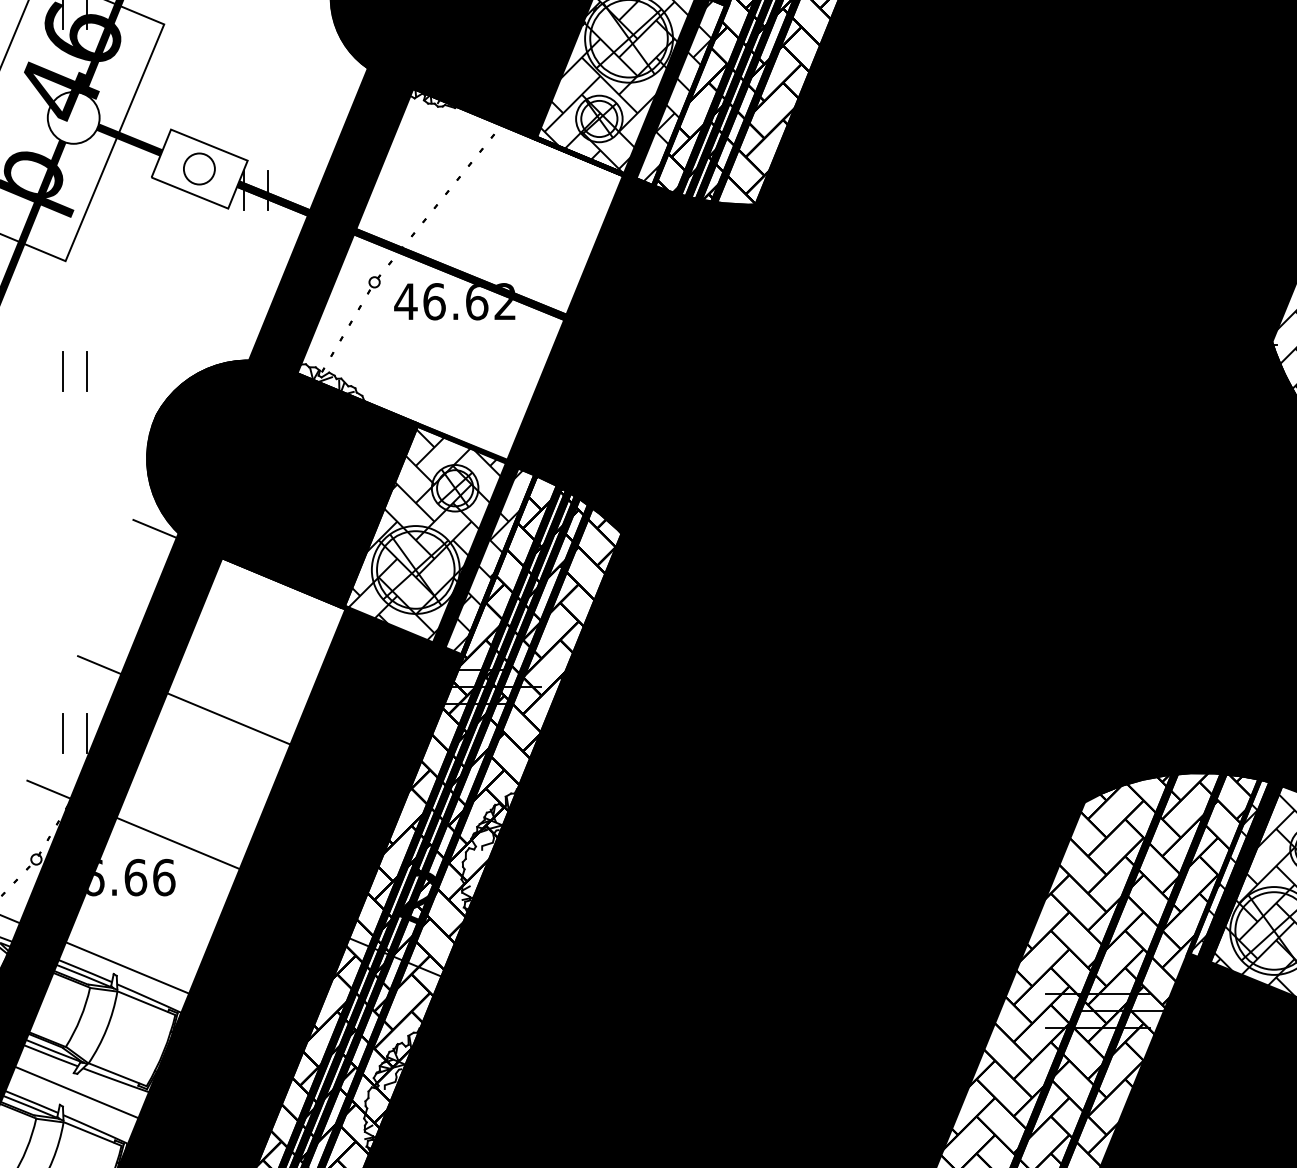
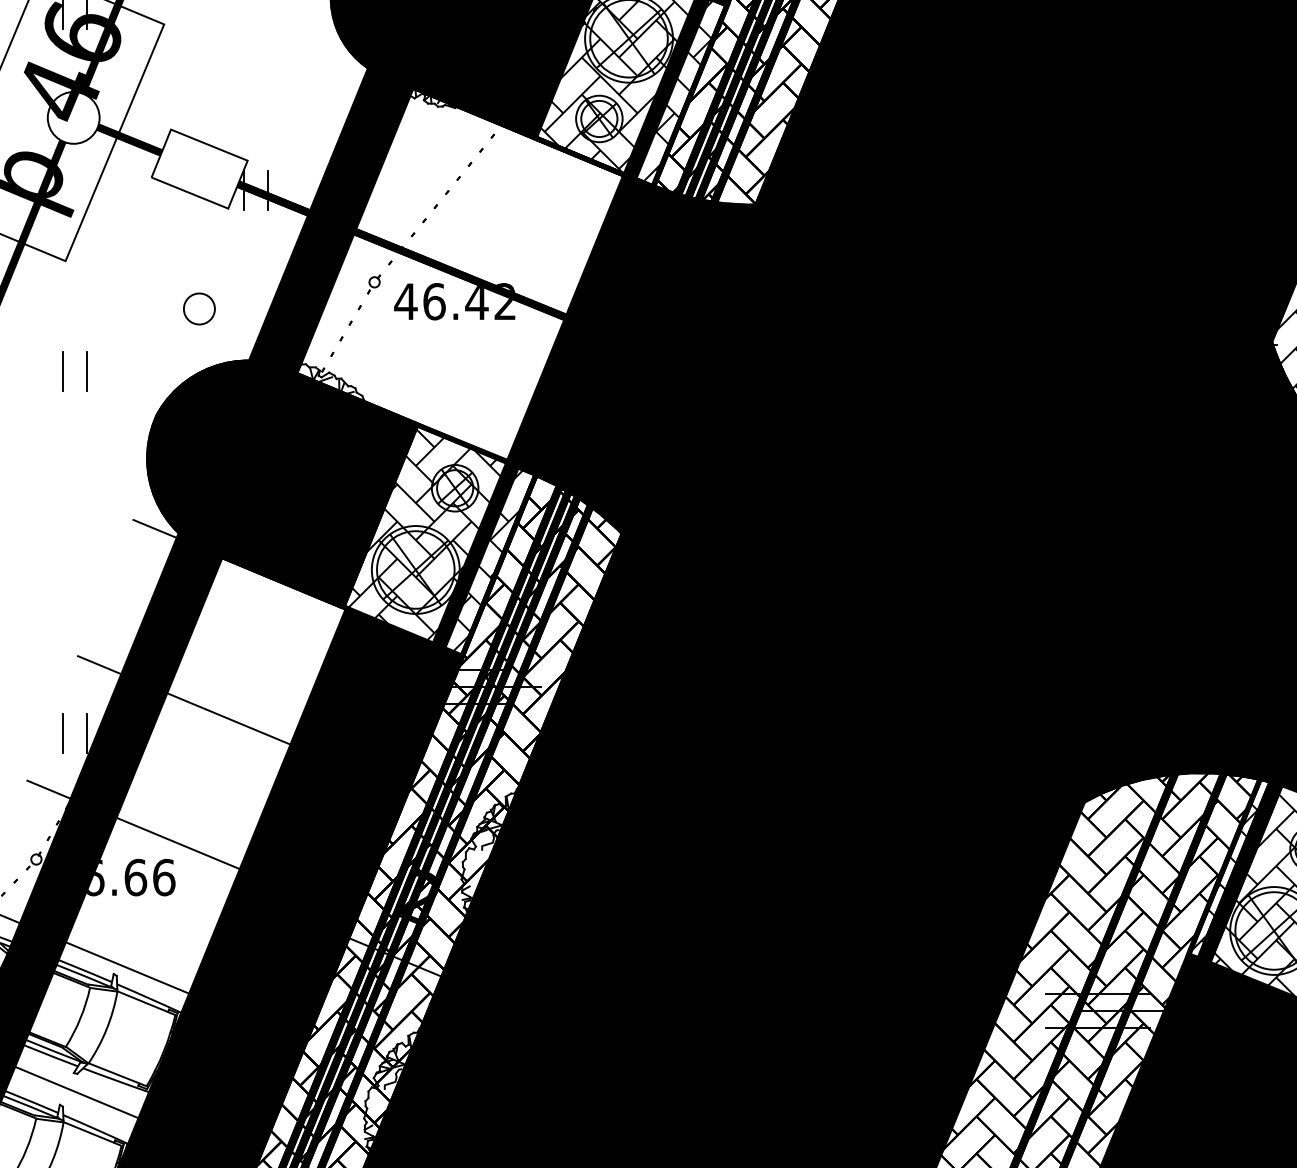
circle at (199, 168) position: (199, 168) -> (199, 308)
text at (476, 302): 46.62 -> 46.42
